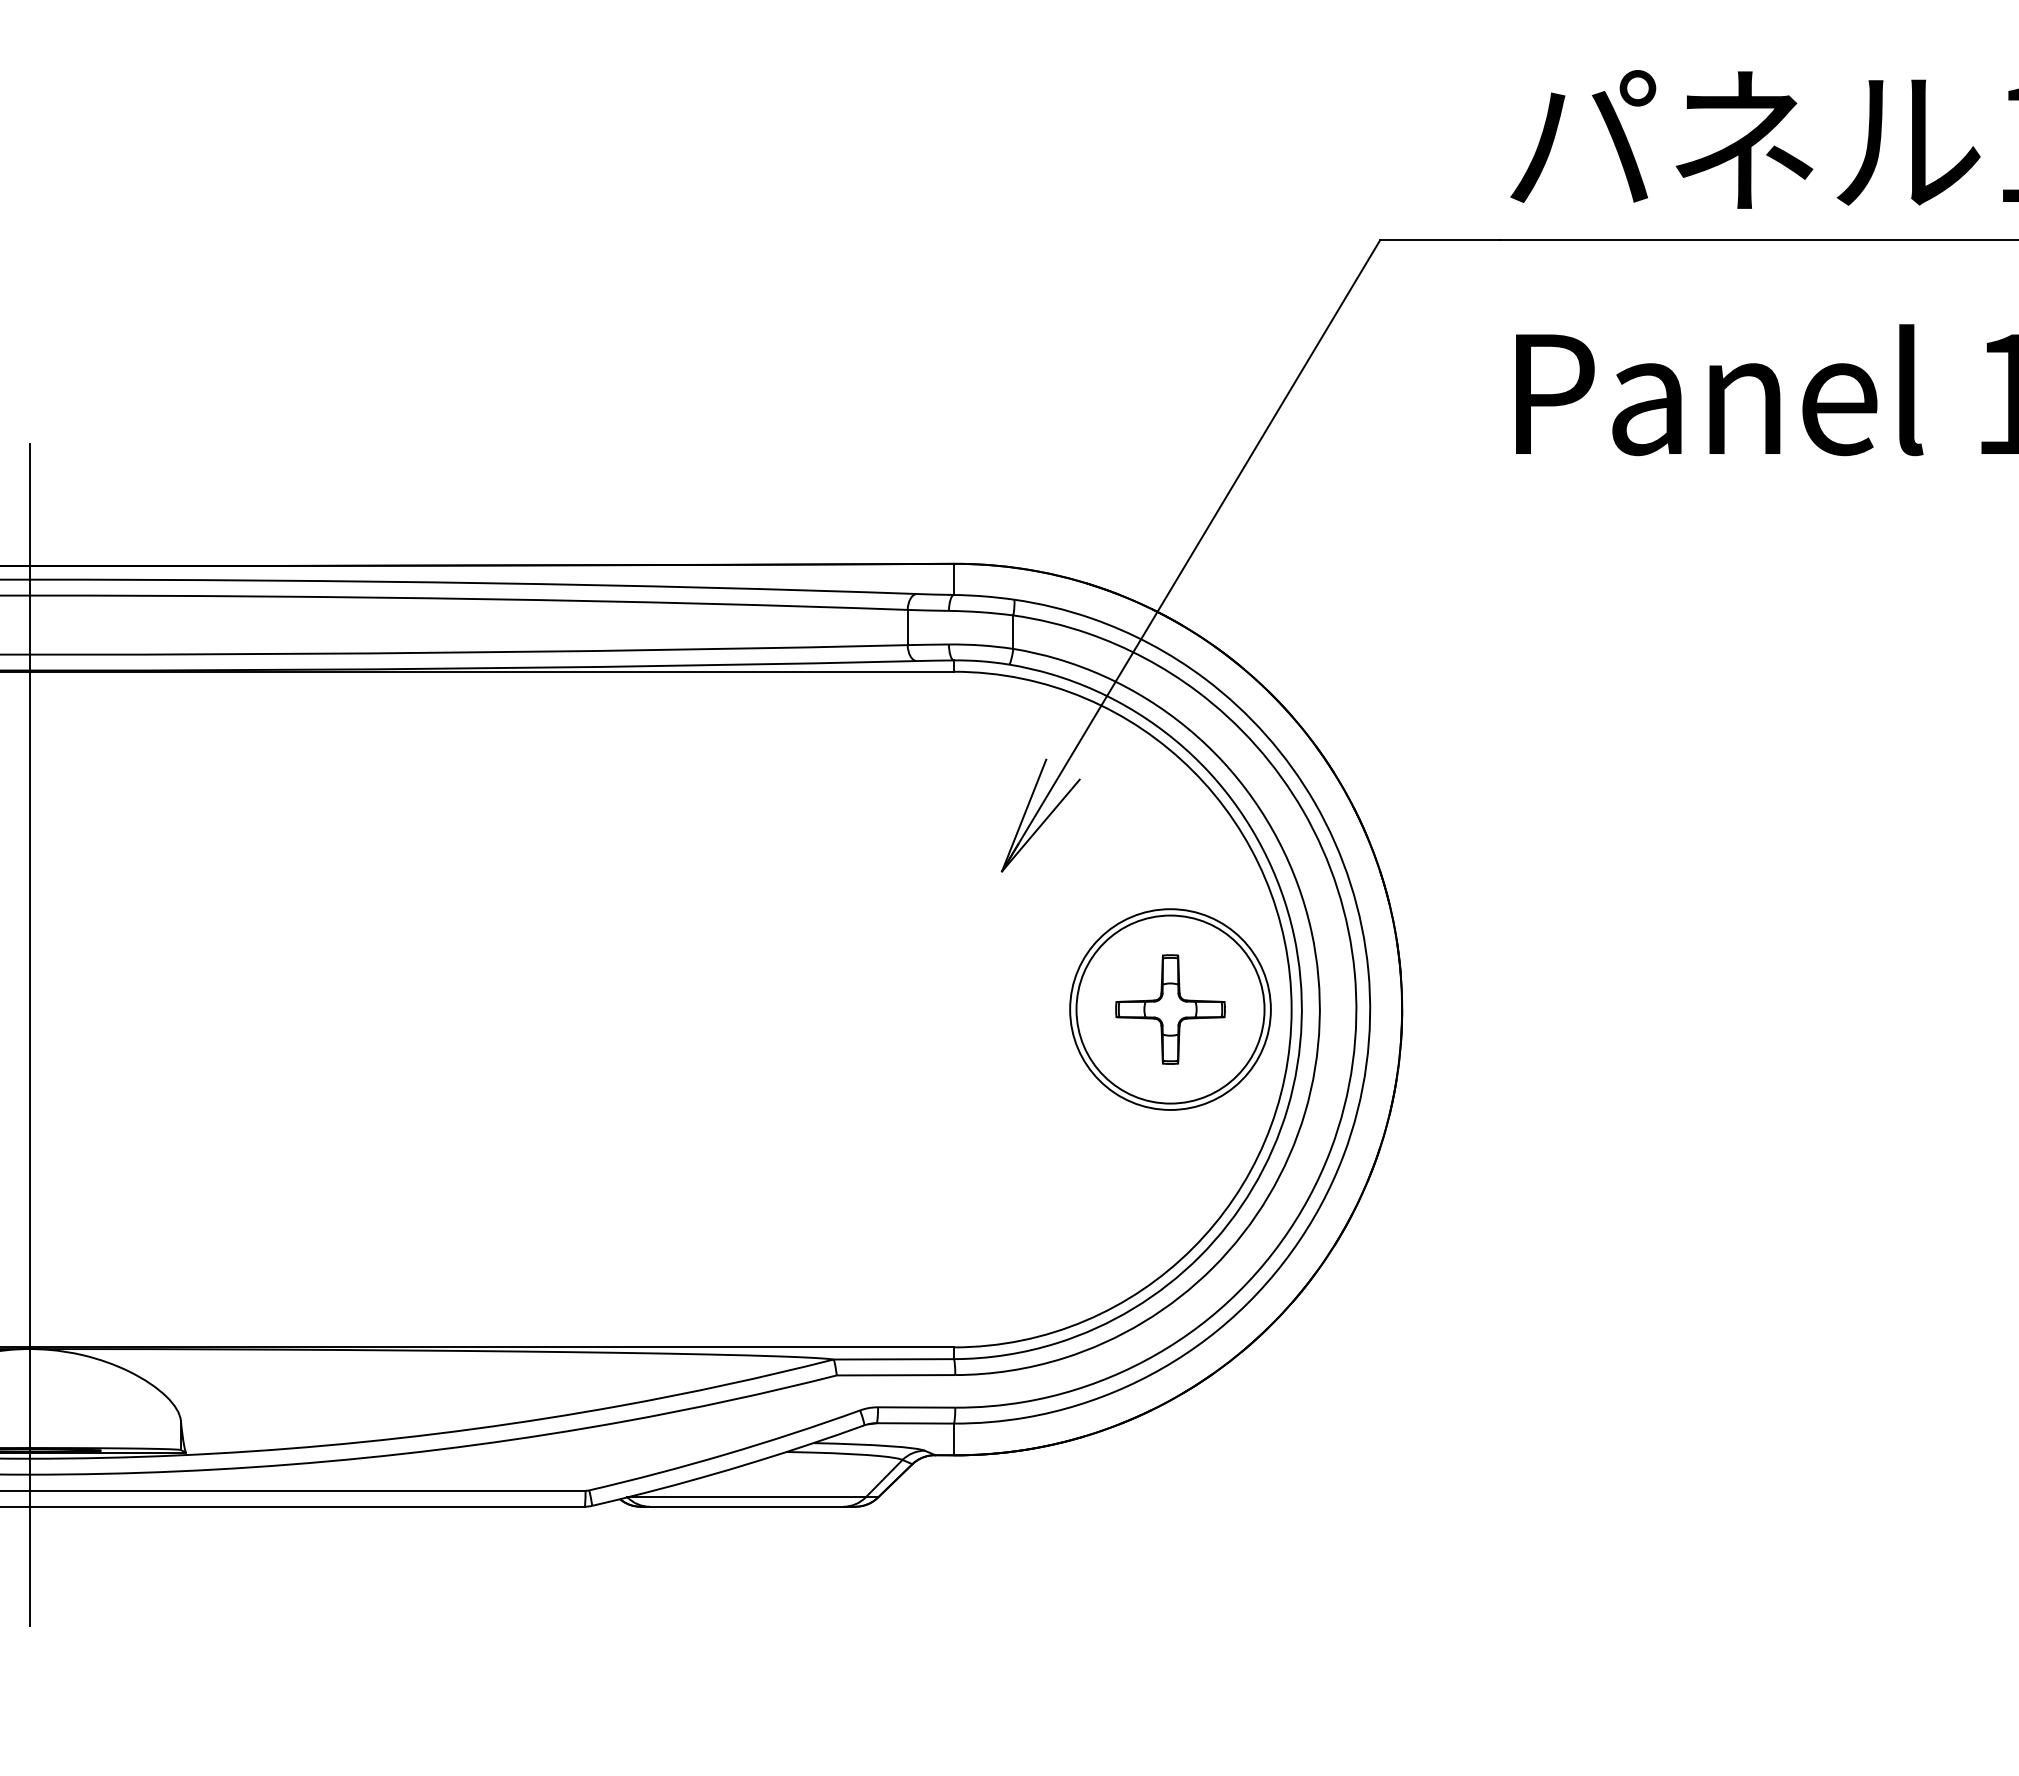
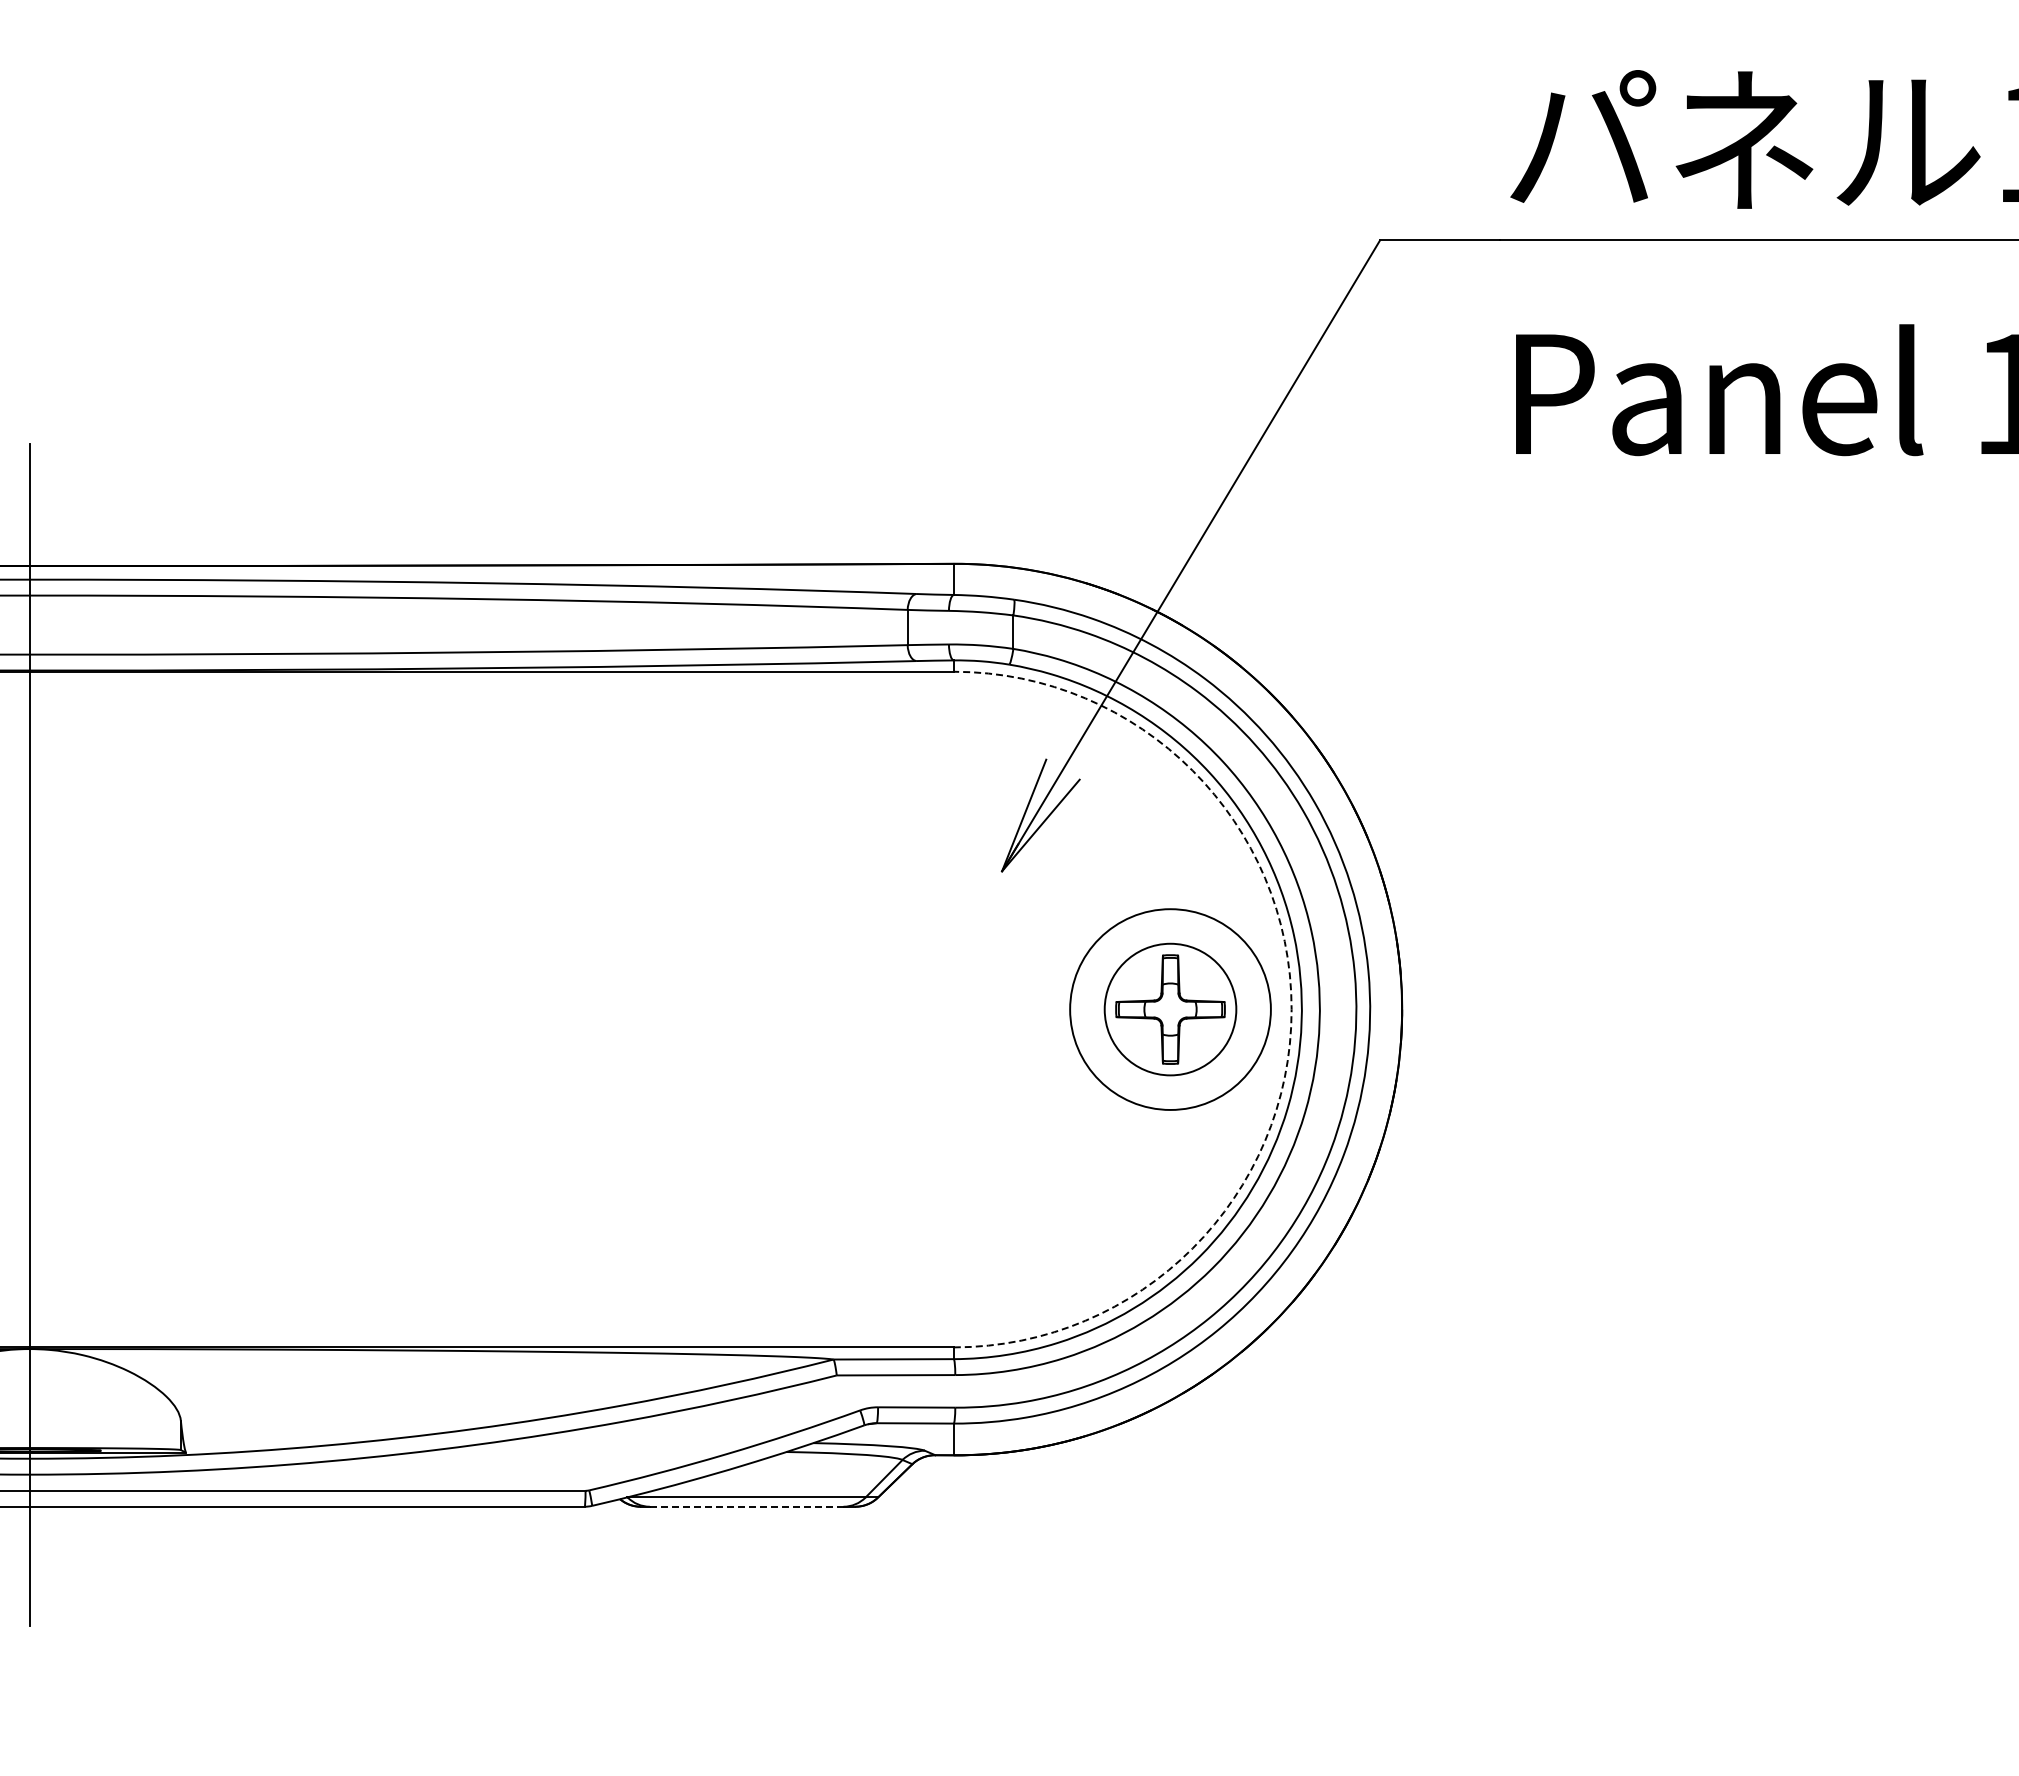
circle at (1170, 1009) diameter: 188 px -> 132 px
arc at (1291, 1009): solid -> dashed
line at (746, 1506): solid -> dashed
